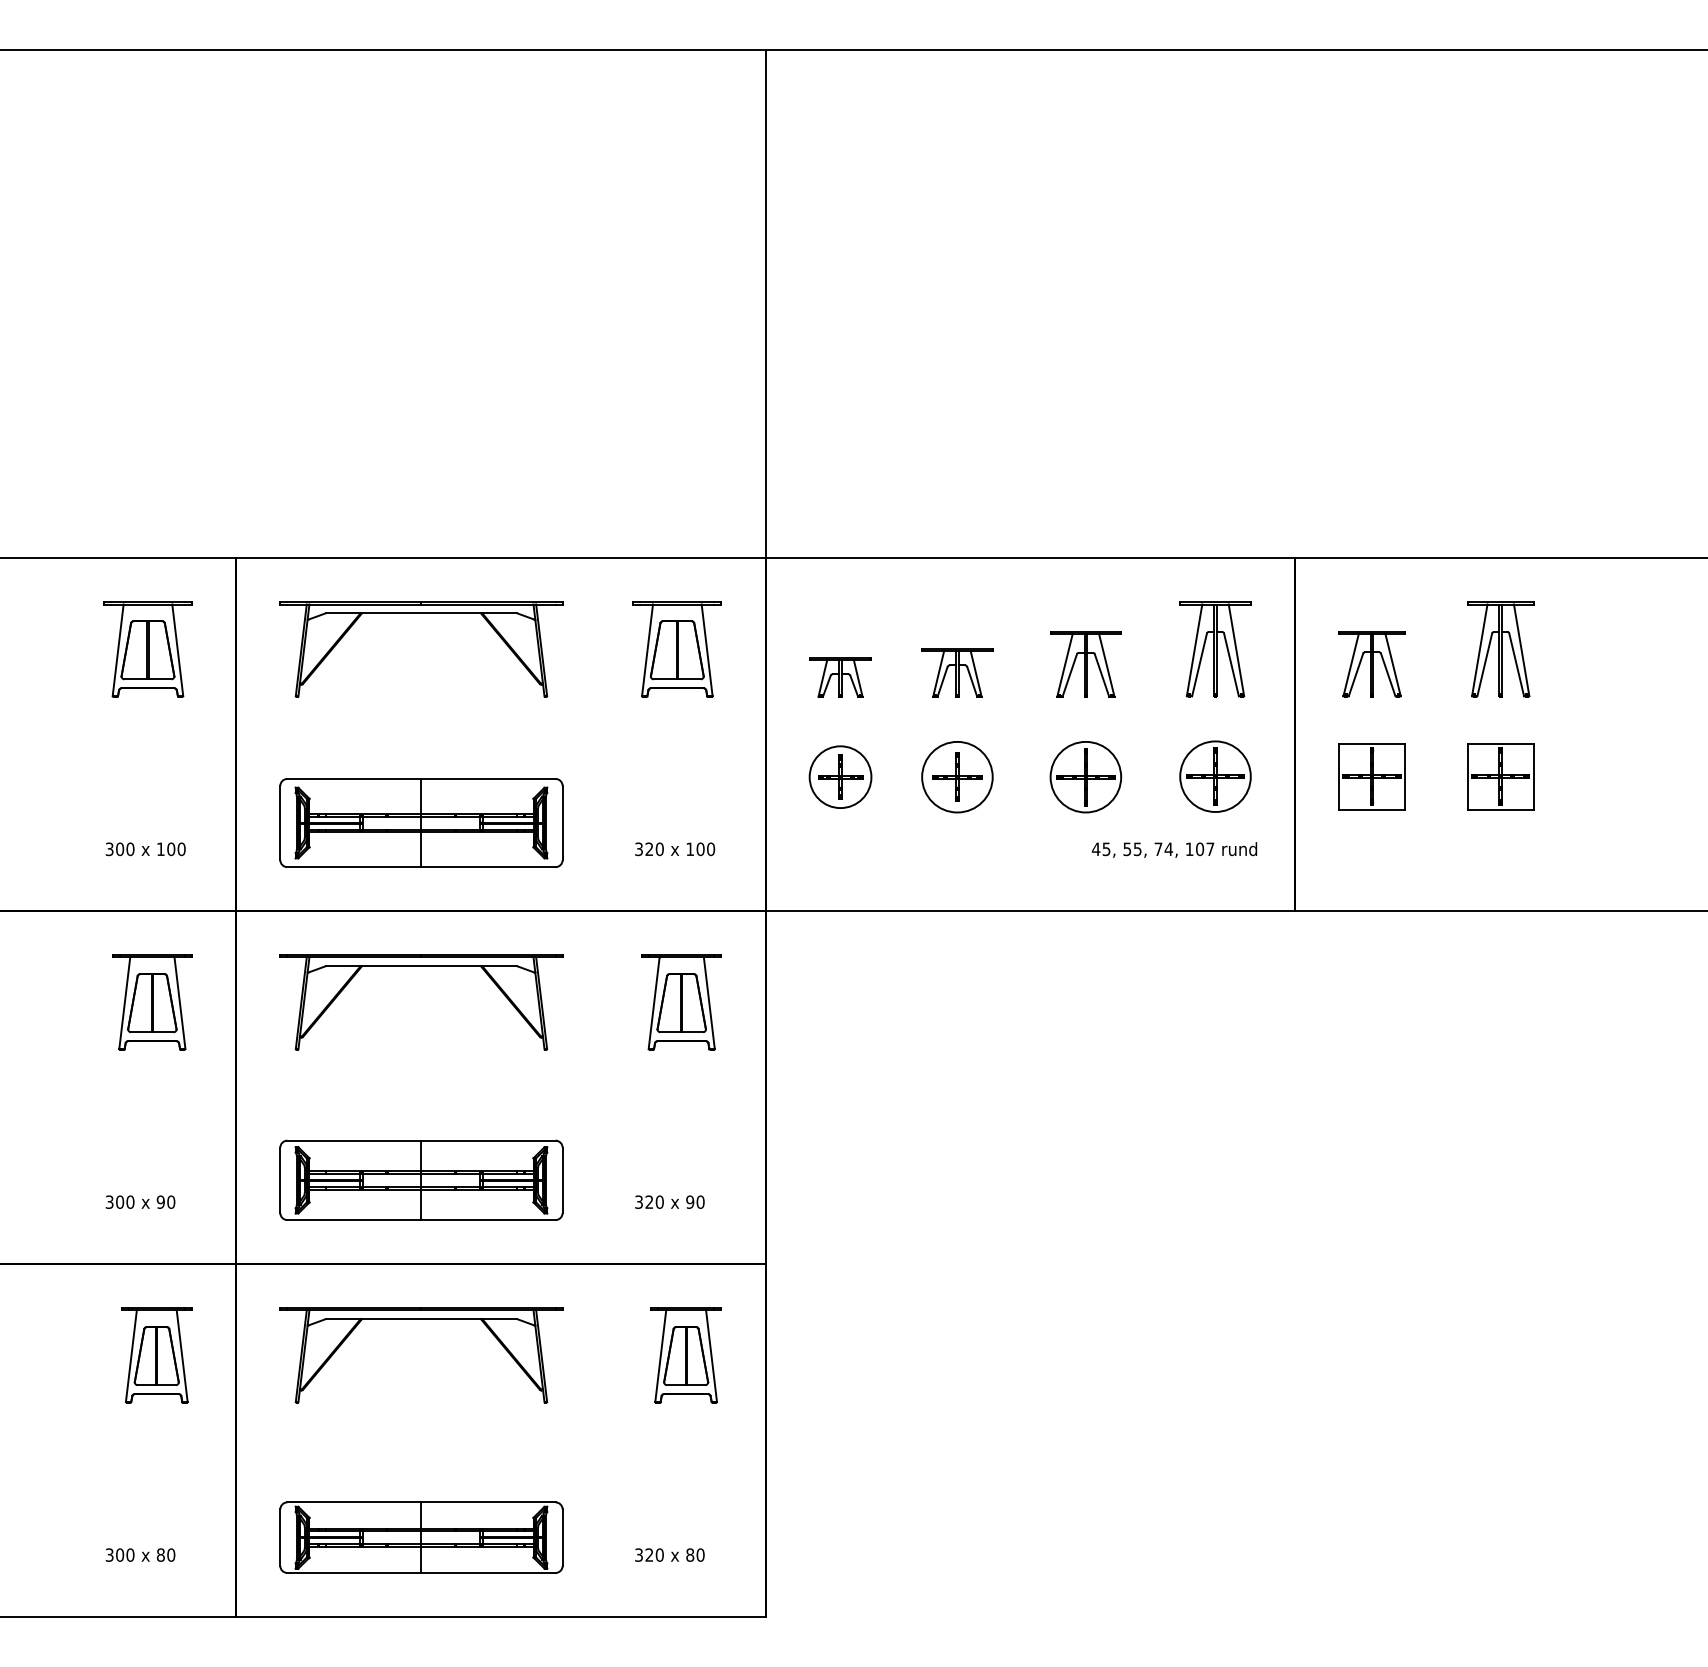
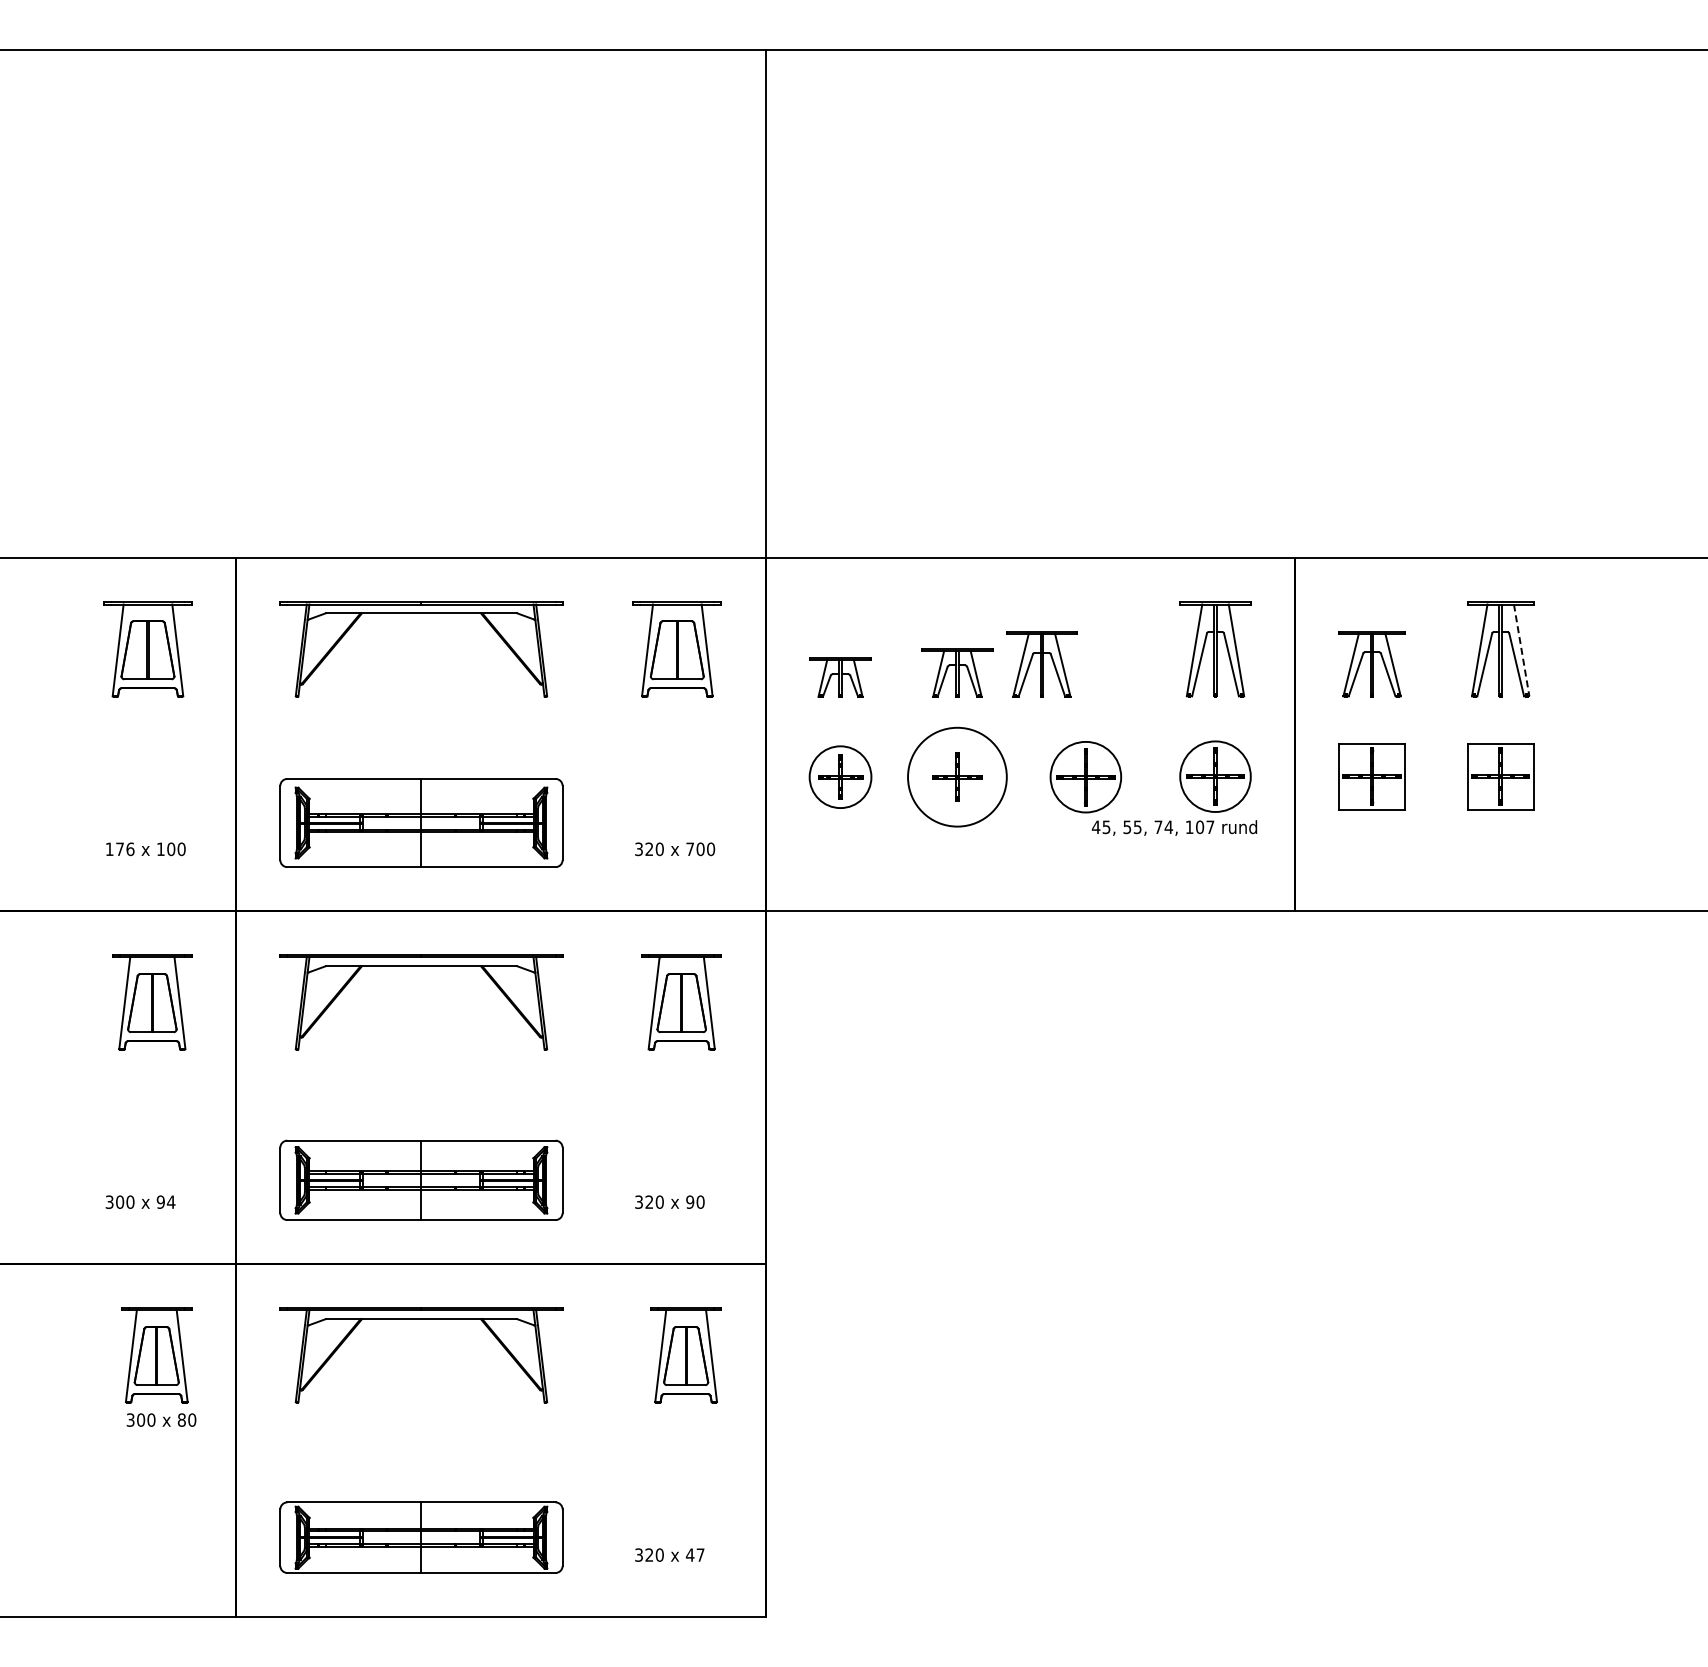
line at (1521, 650): solid -> dashed
part at (1085, 664) position: (1085, 664) -> (1041, 664)
circle at (957, 776) diameter: 71 px -> 99 px
text at (689, 848): 100 -> 700
text at (119, 849): 300 -> 176
text at (1174, 849) position: (1174, 849) -> (1174, 827)
text at (171, 1201): 90 -> 94
text at (140, 1554) position: (140, 1554) -> (161, 1419)
text at (694, 1554): 80 -> 47
